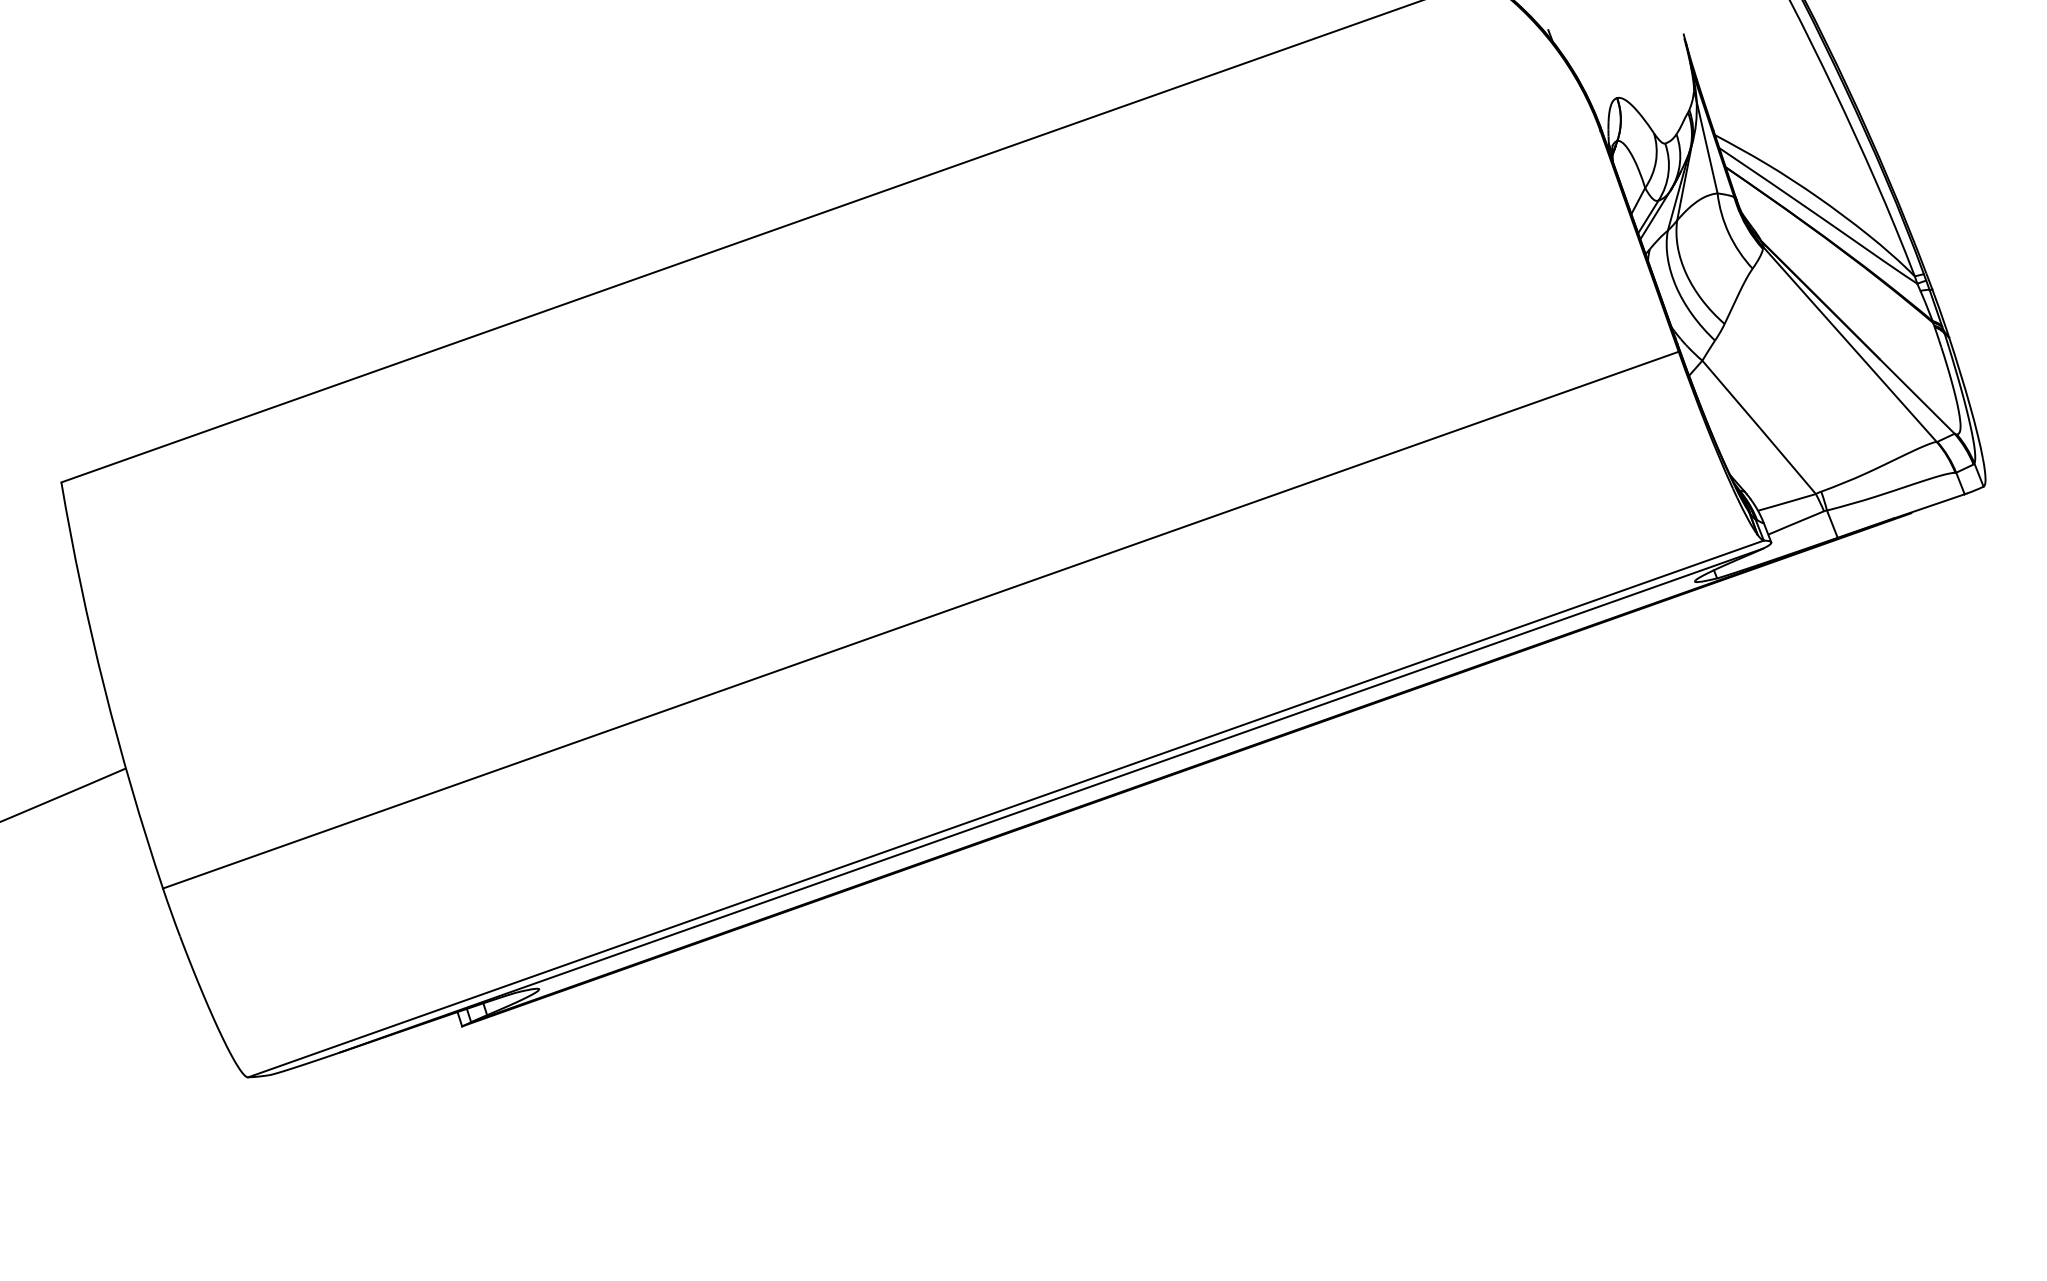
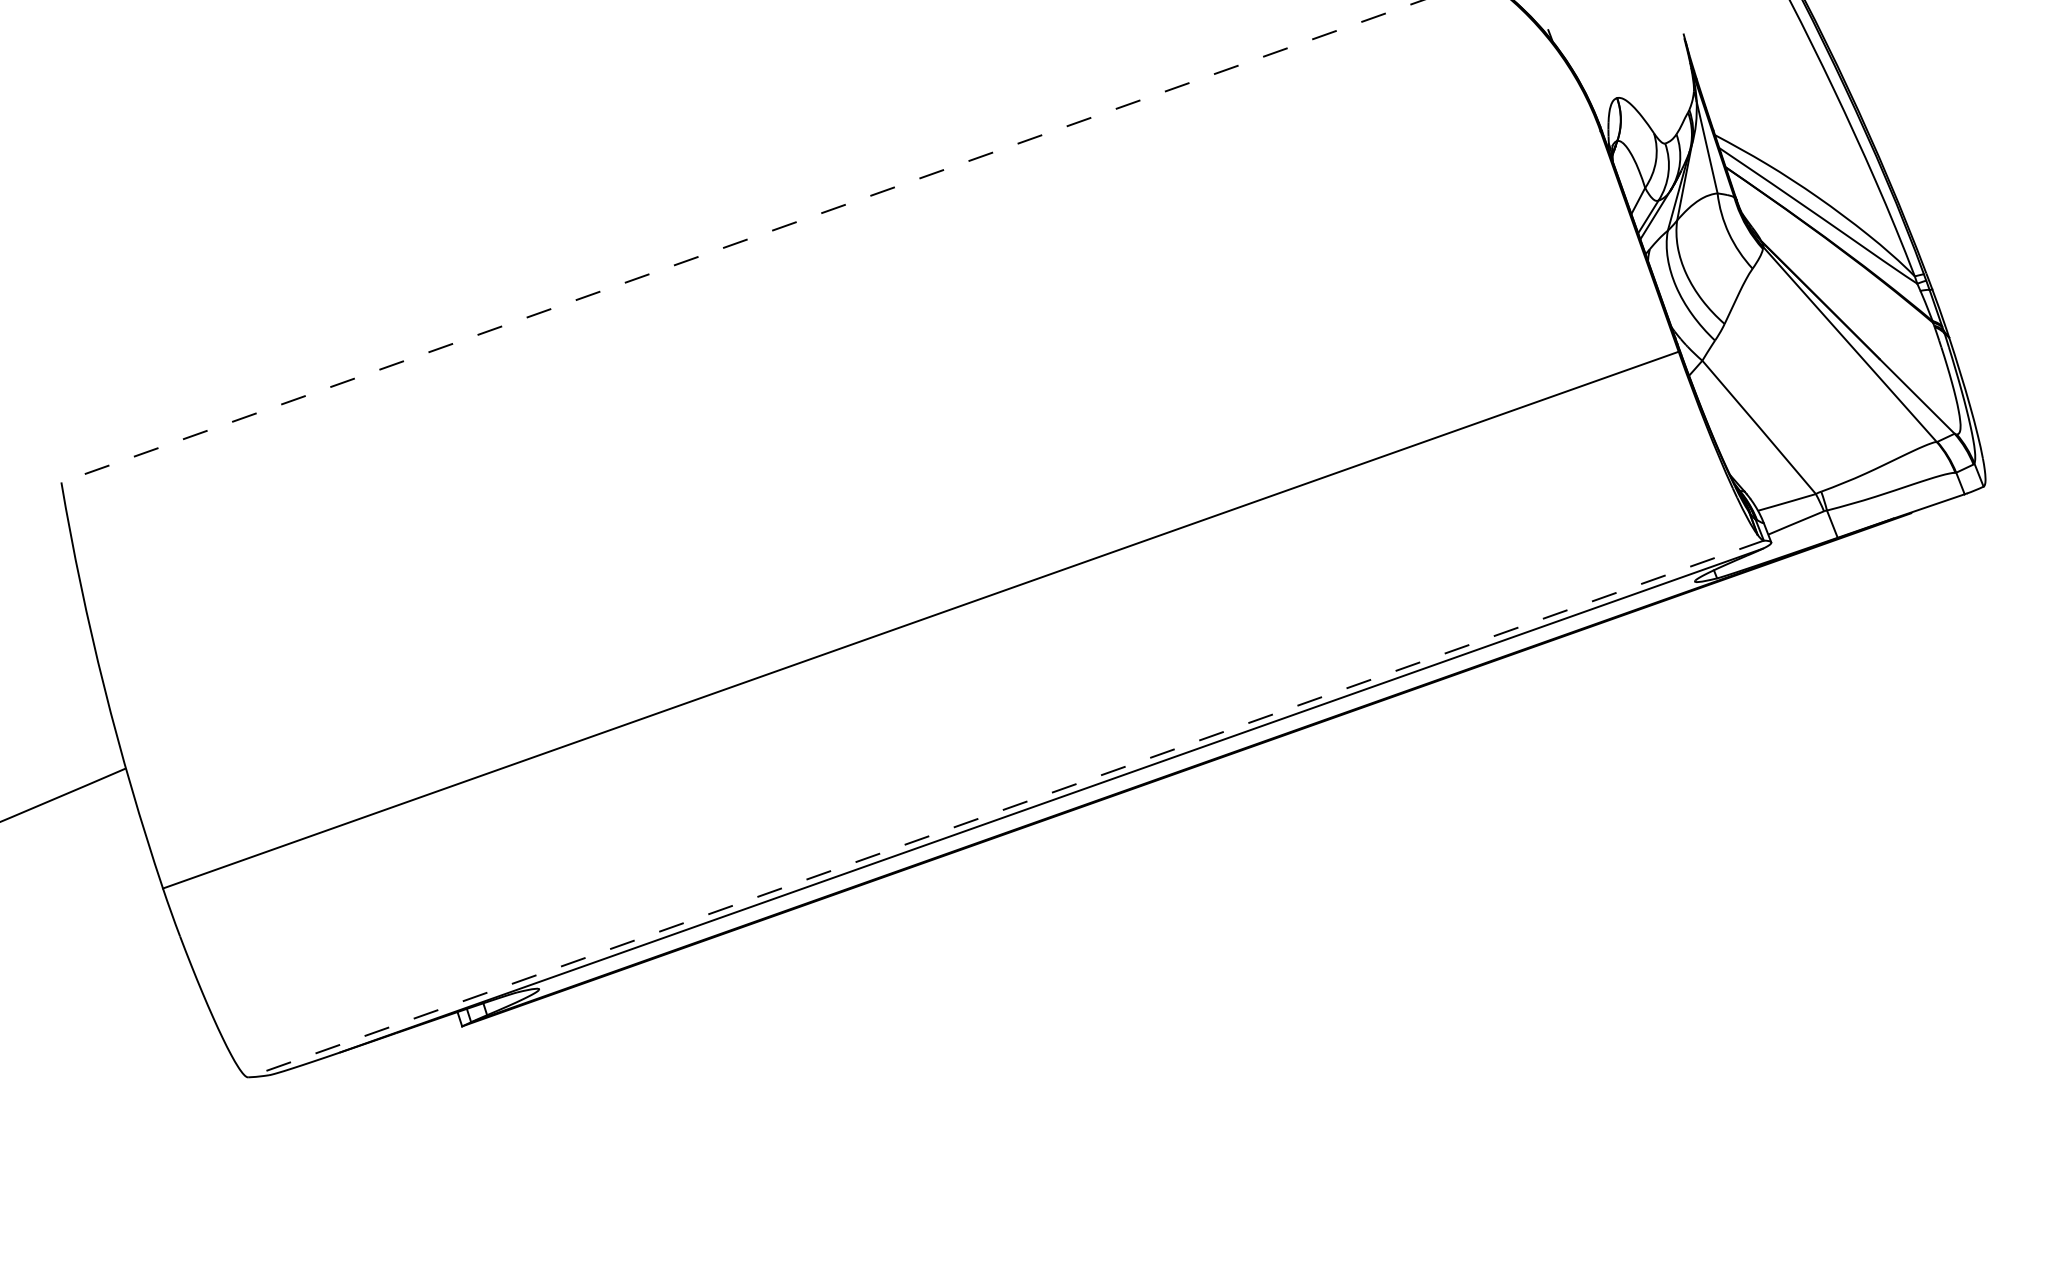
line at (741, 241): solid -> dashed
line at (1005, 808): solid -> dashed
